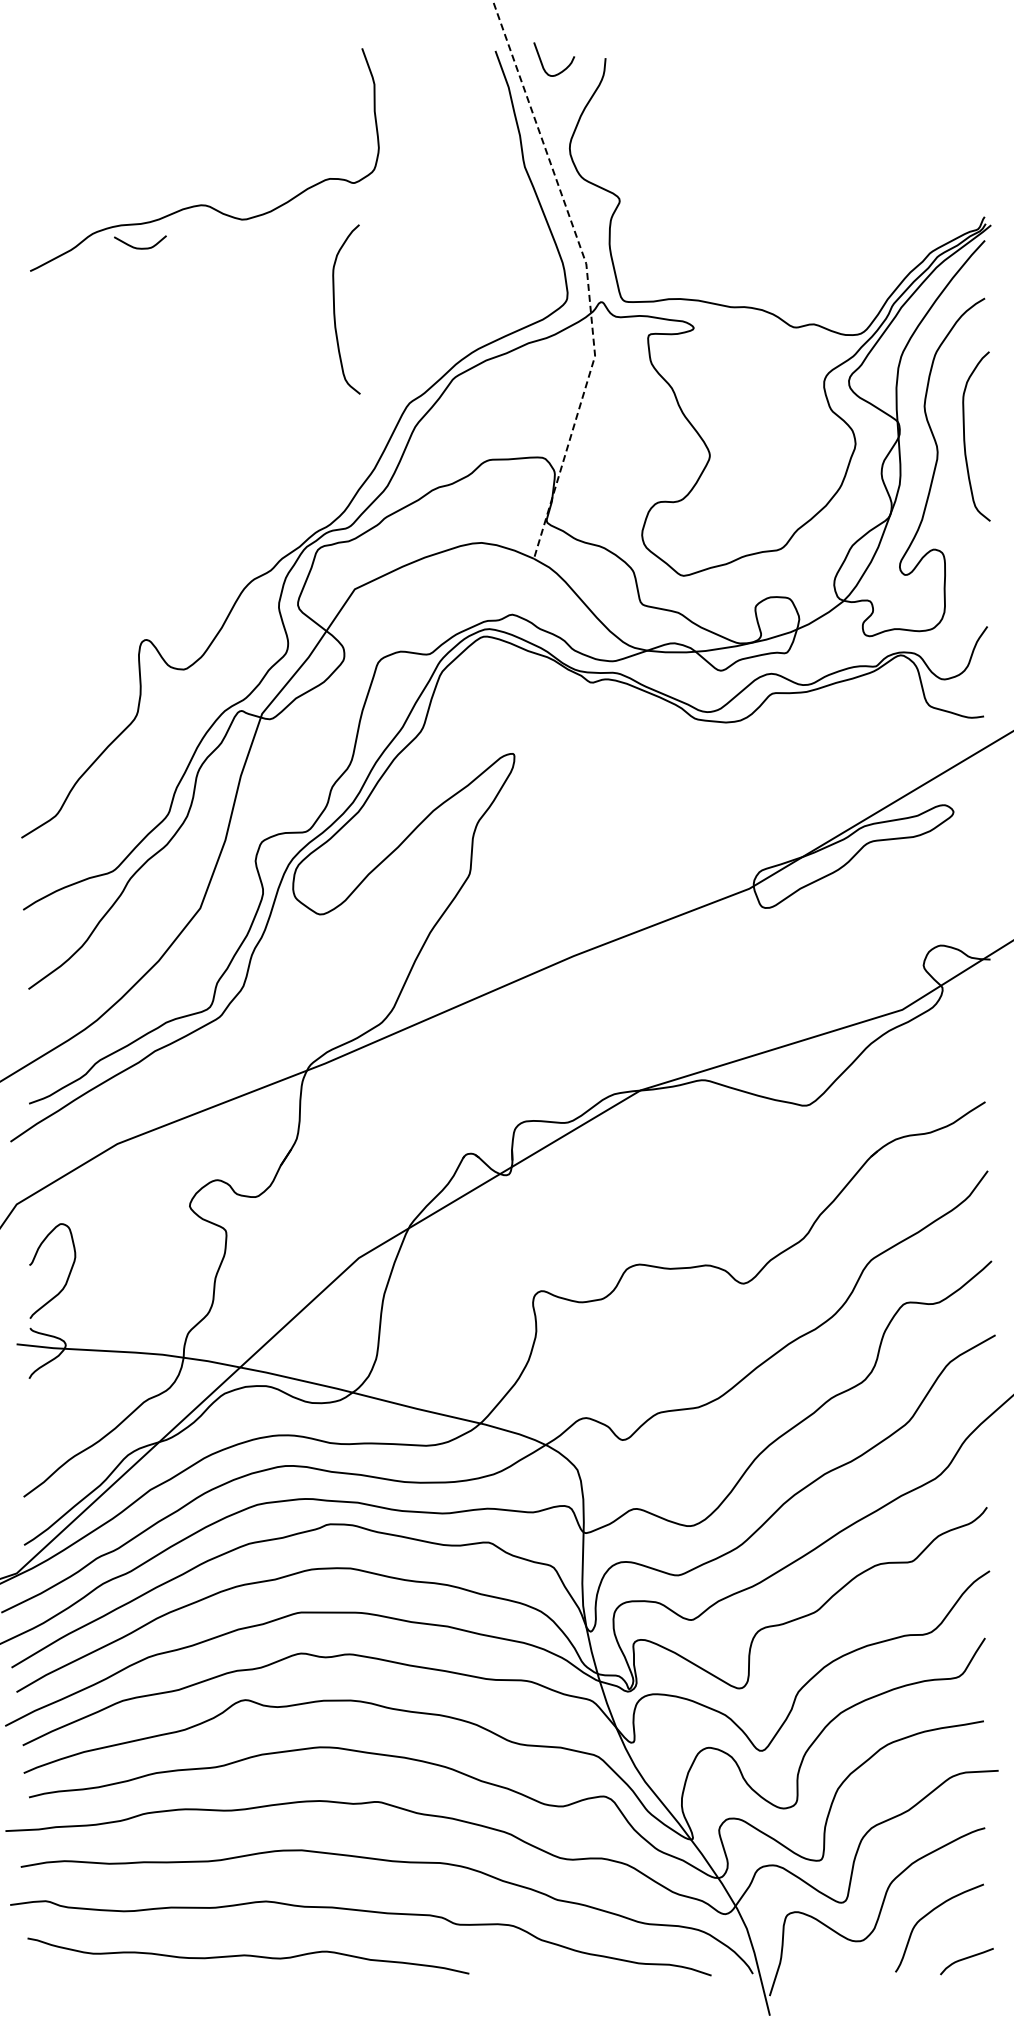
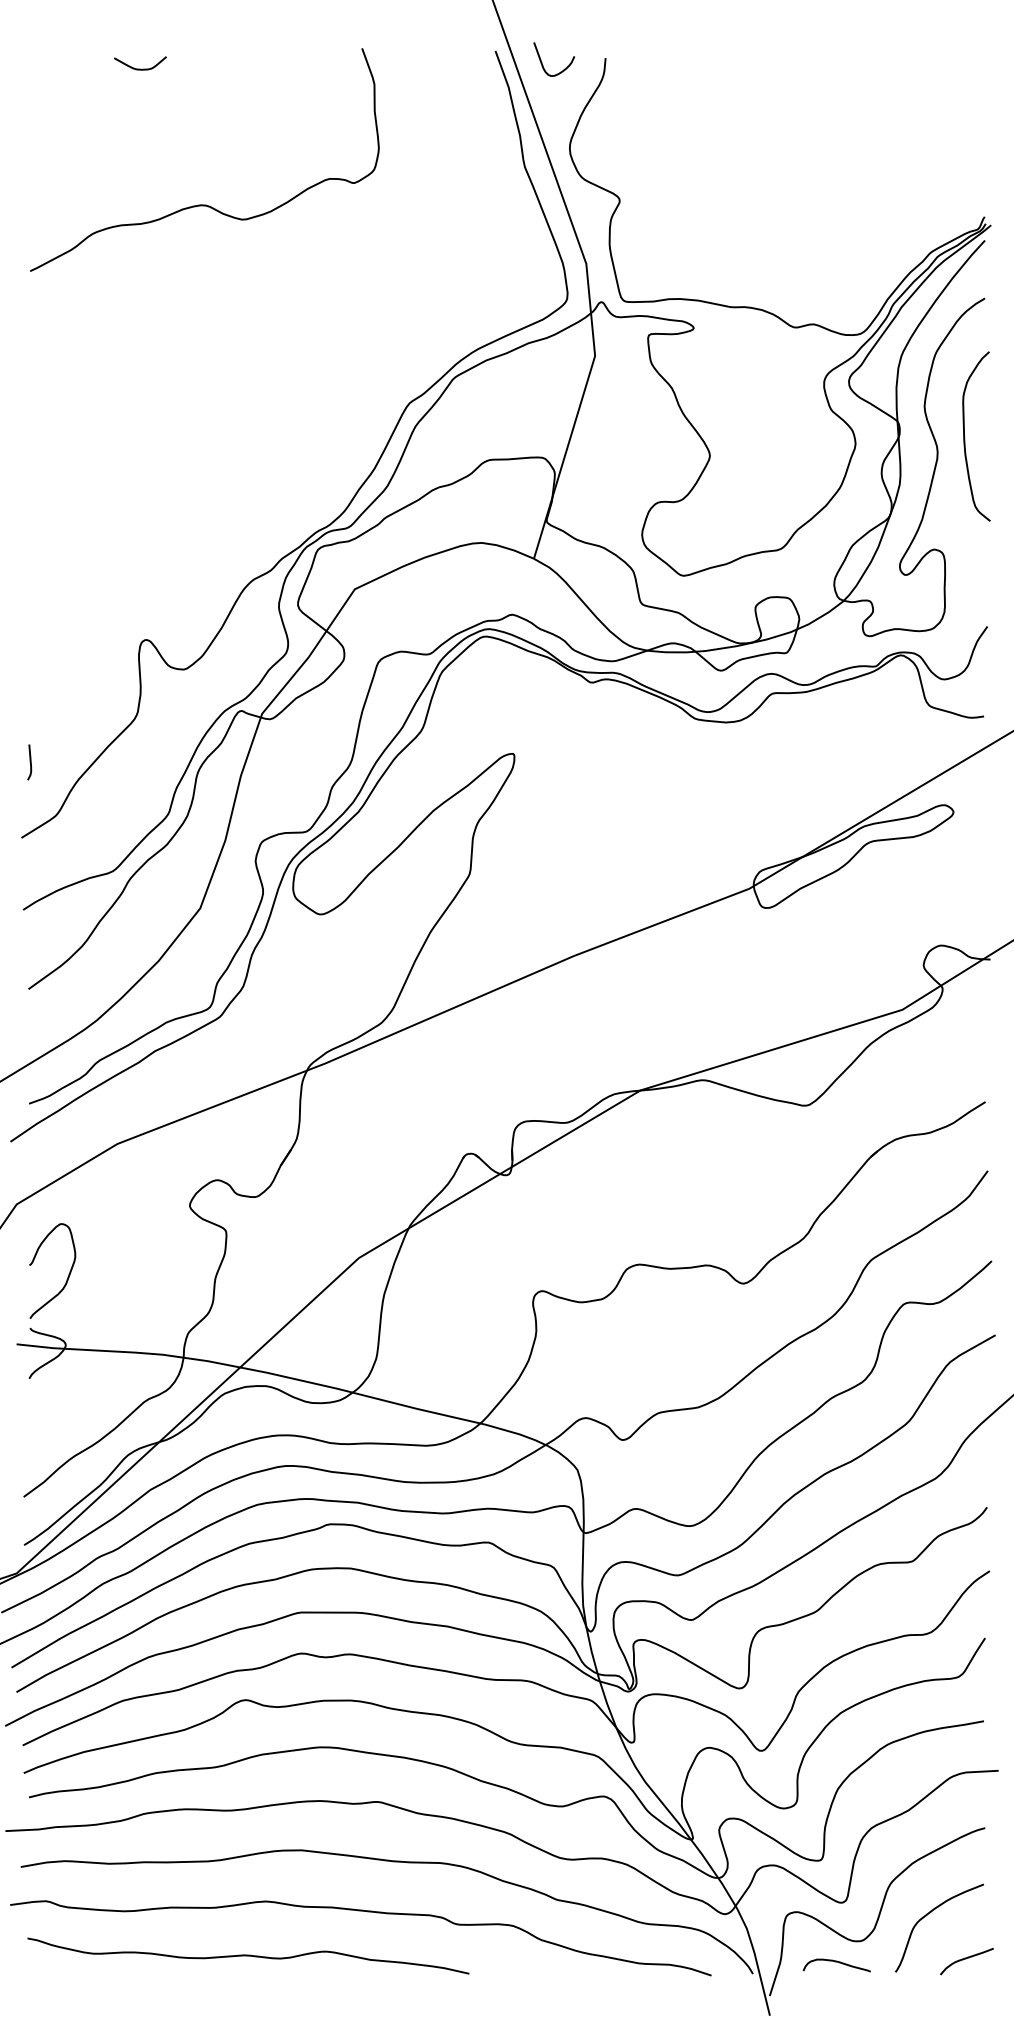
curve at (140, 247) position: (140, 247) -> (140, 68)
line at (587, 276): dashed -> solid
curve at (335, 310): present -> none
line at (29, 762): none -> present
curve at (836, 1962): none -> present
